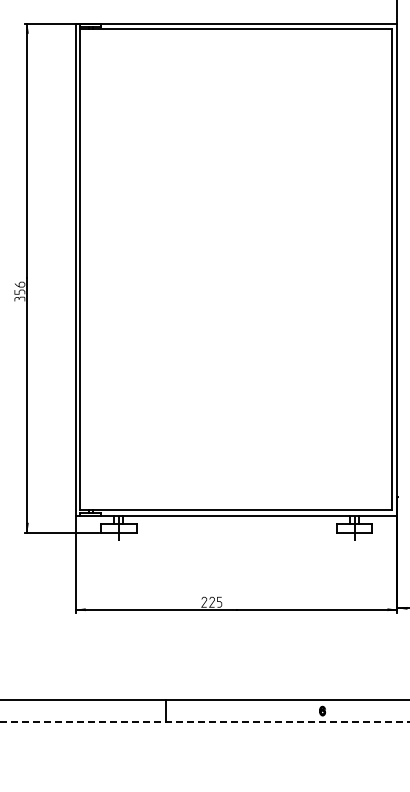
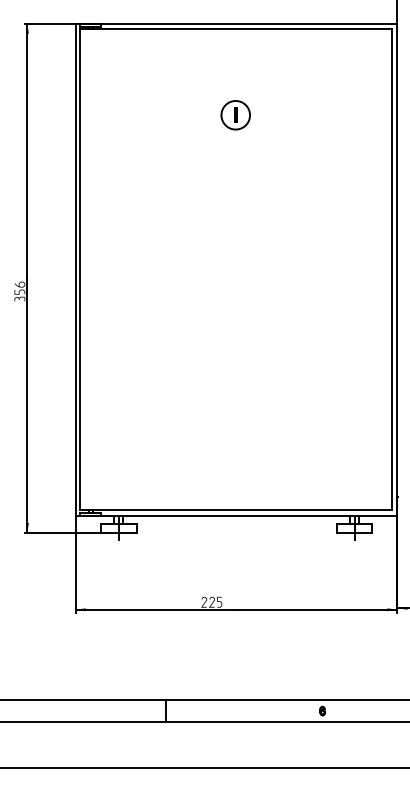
part at (235, 115): none -> present
line at (204, 722): dashed -> solid
line at (204, 768): none -> present
